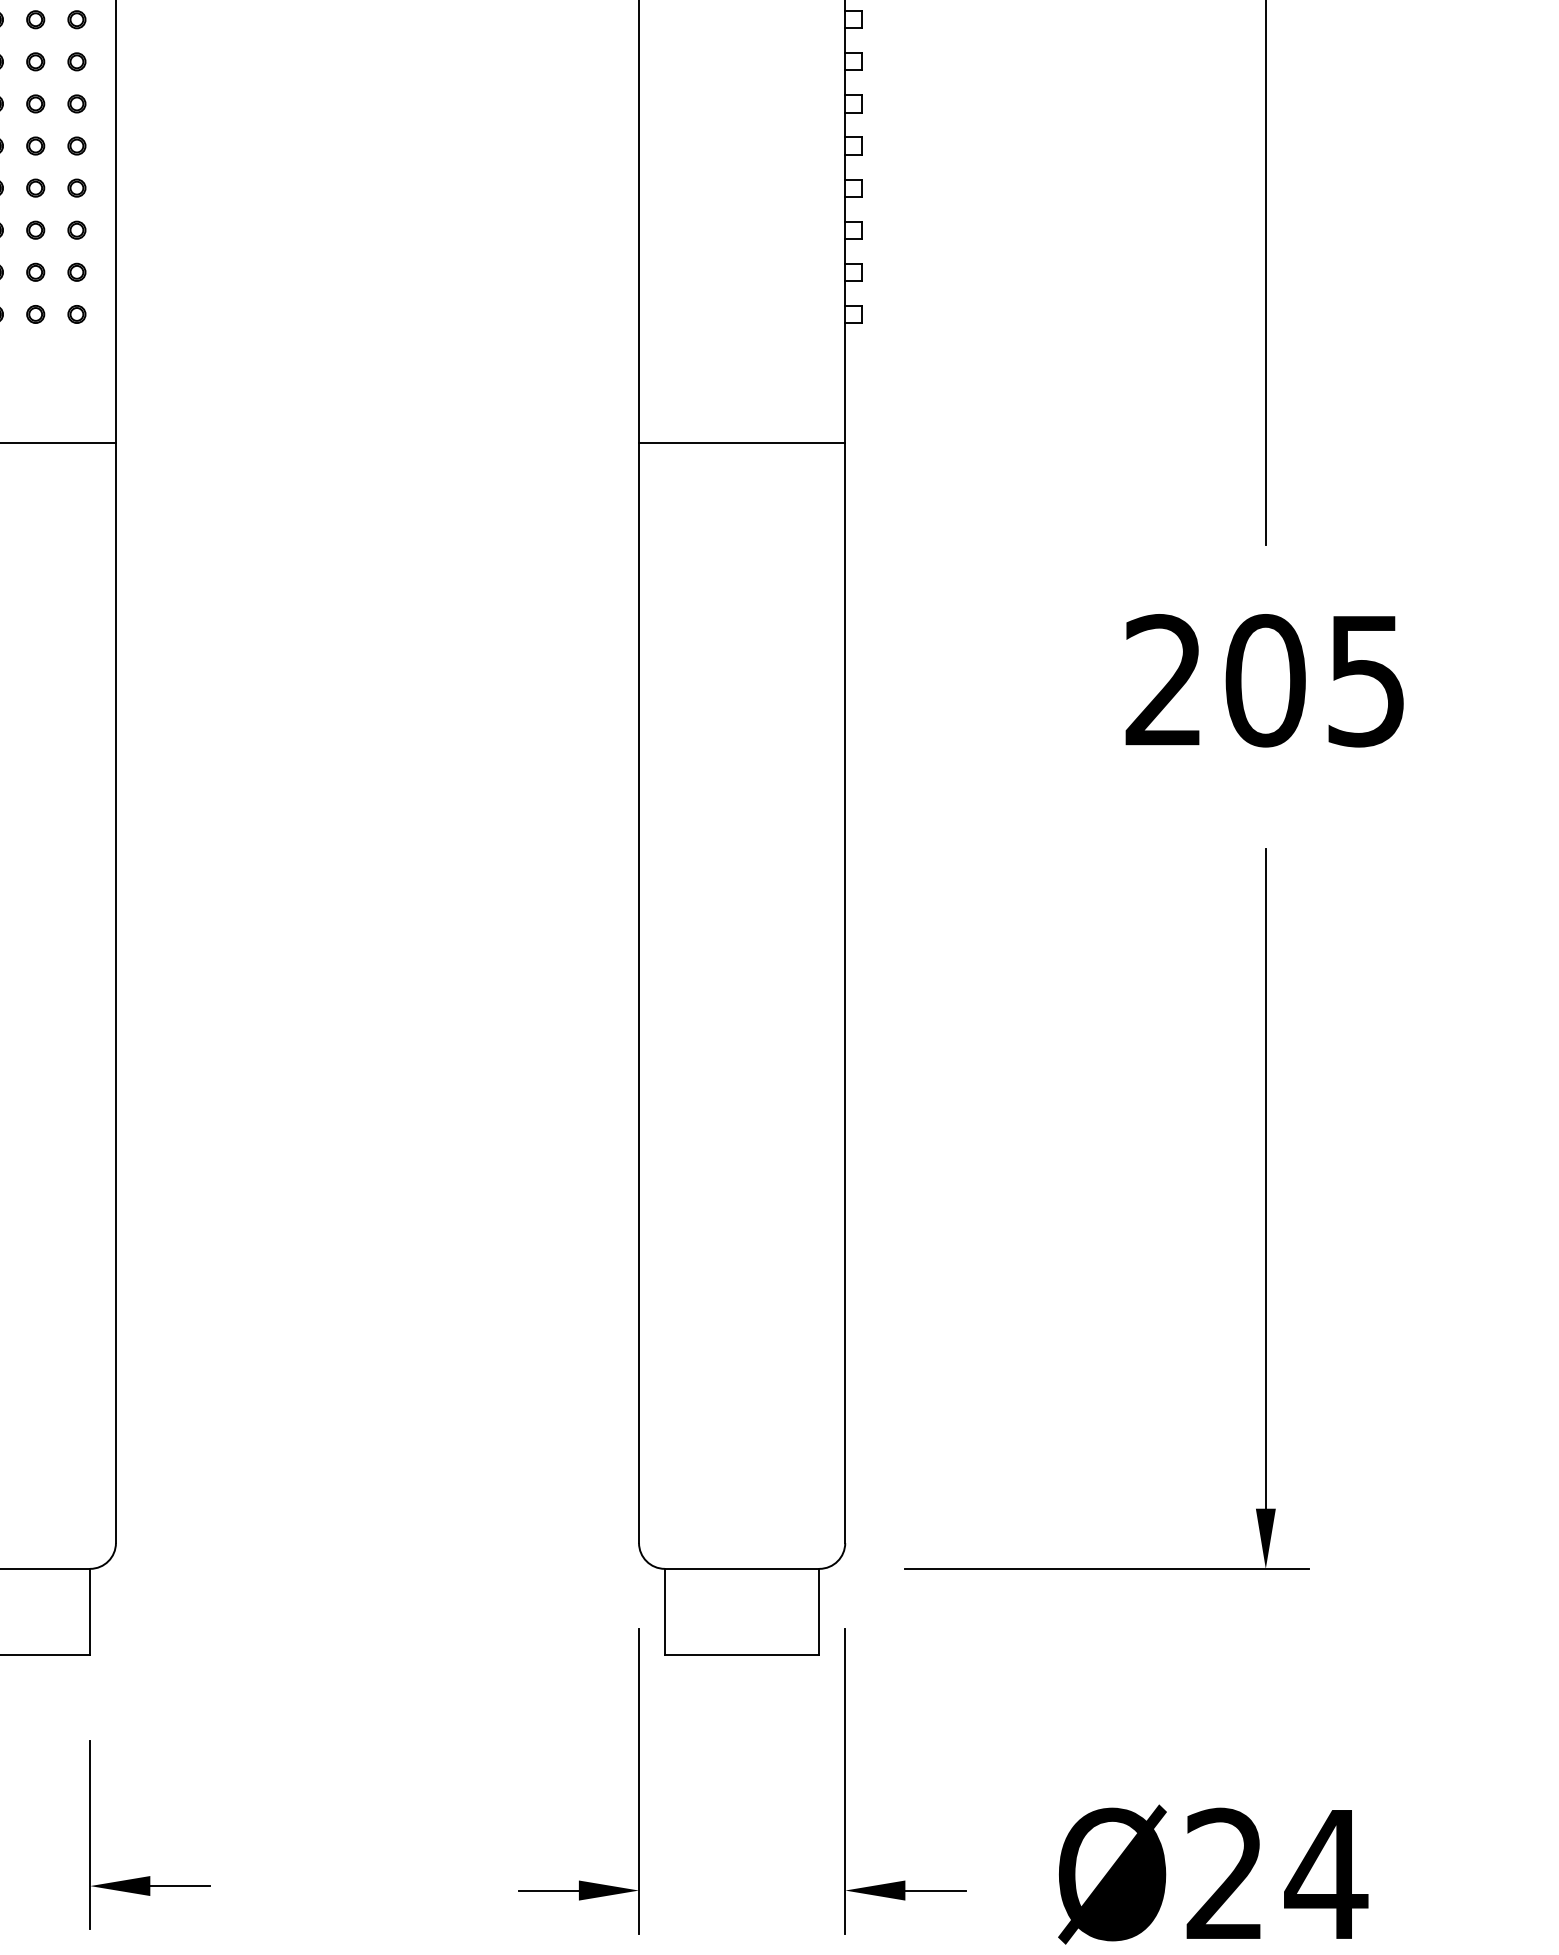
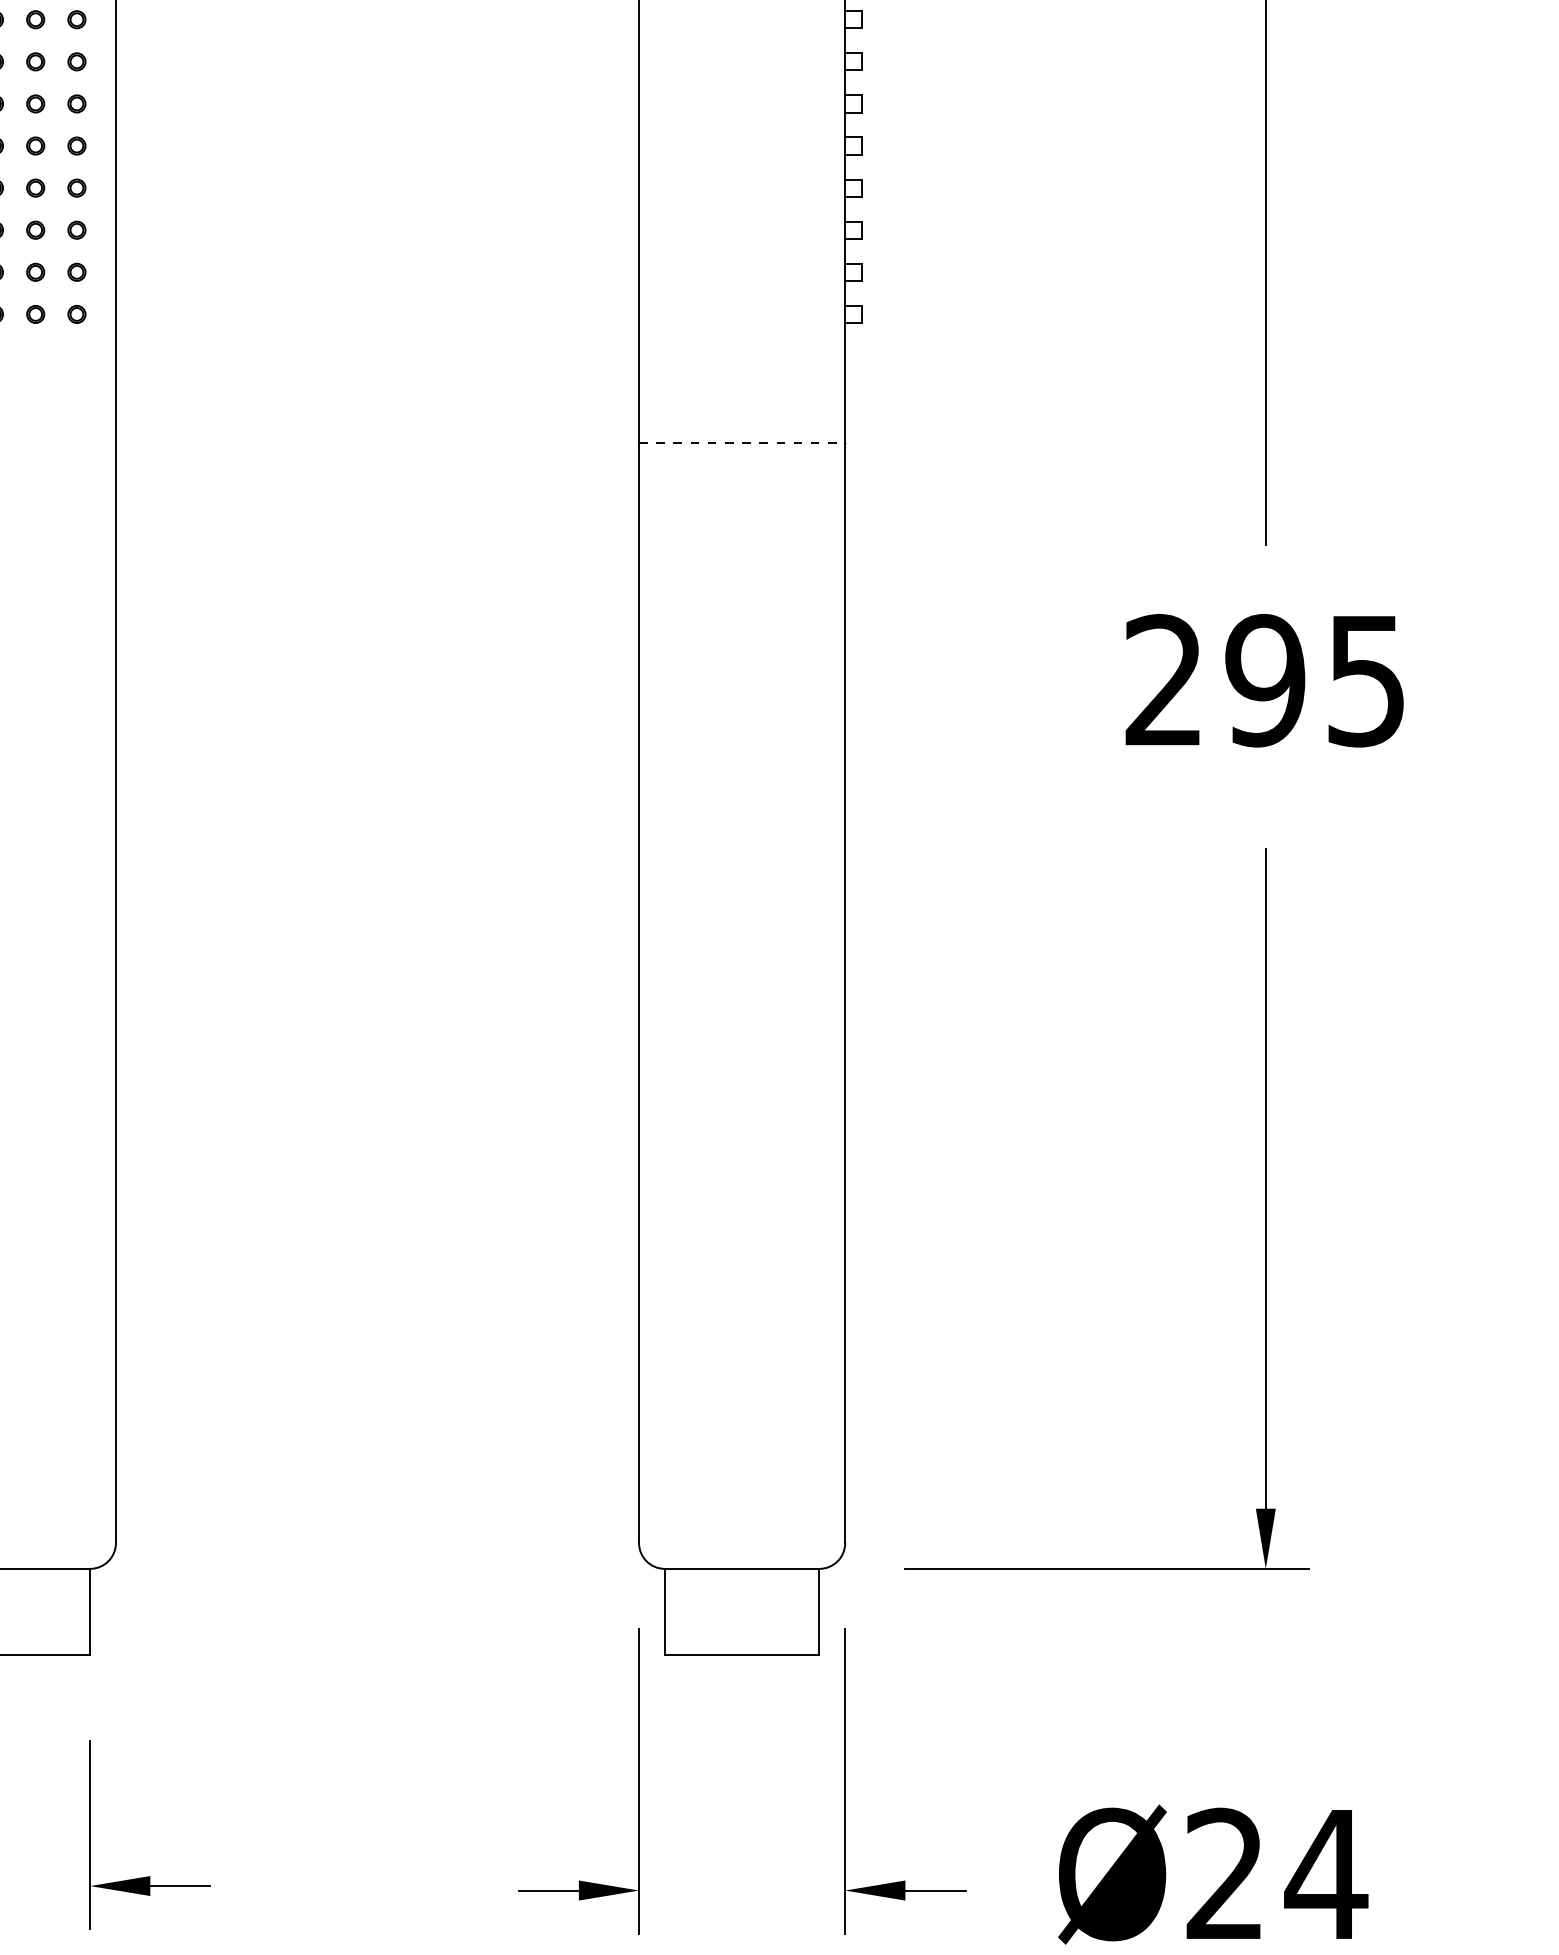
line at (58, 443): present -> none
line at (742, 443): solid -> dashed
text at (1265, 680): 205 -> 295
